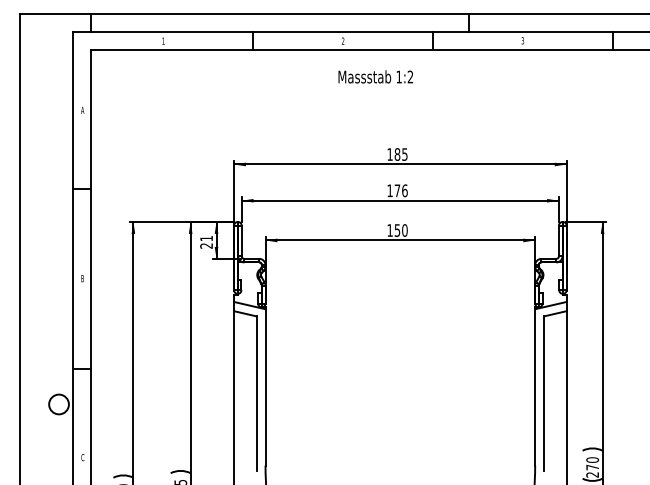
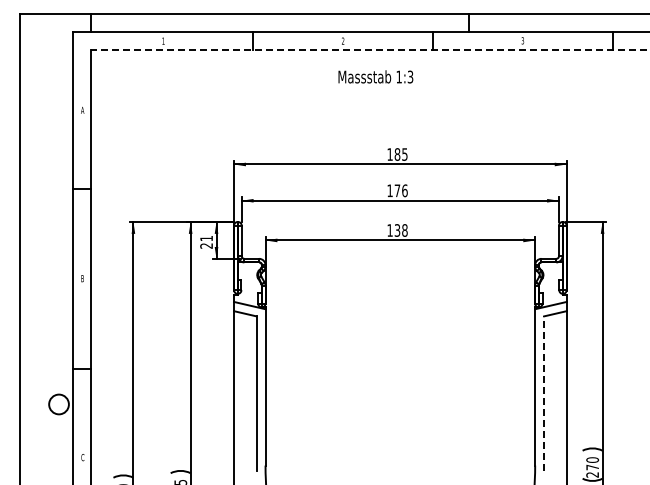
line at (370, 50): solid -> dashed
text at (410, 77): 1:2 -> 1:3
text at (401, 230): 150 -> 138
line at (544, 392): solid -> dashed
